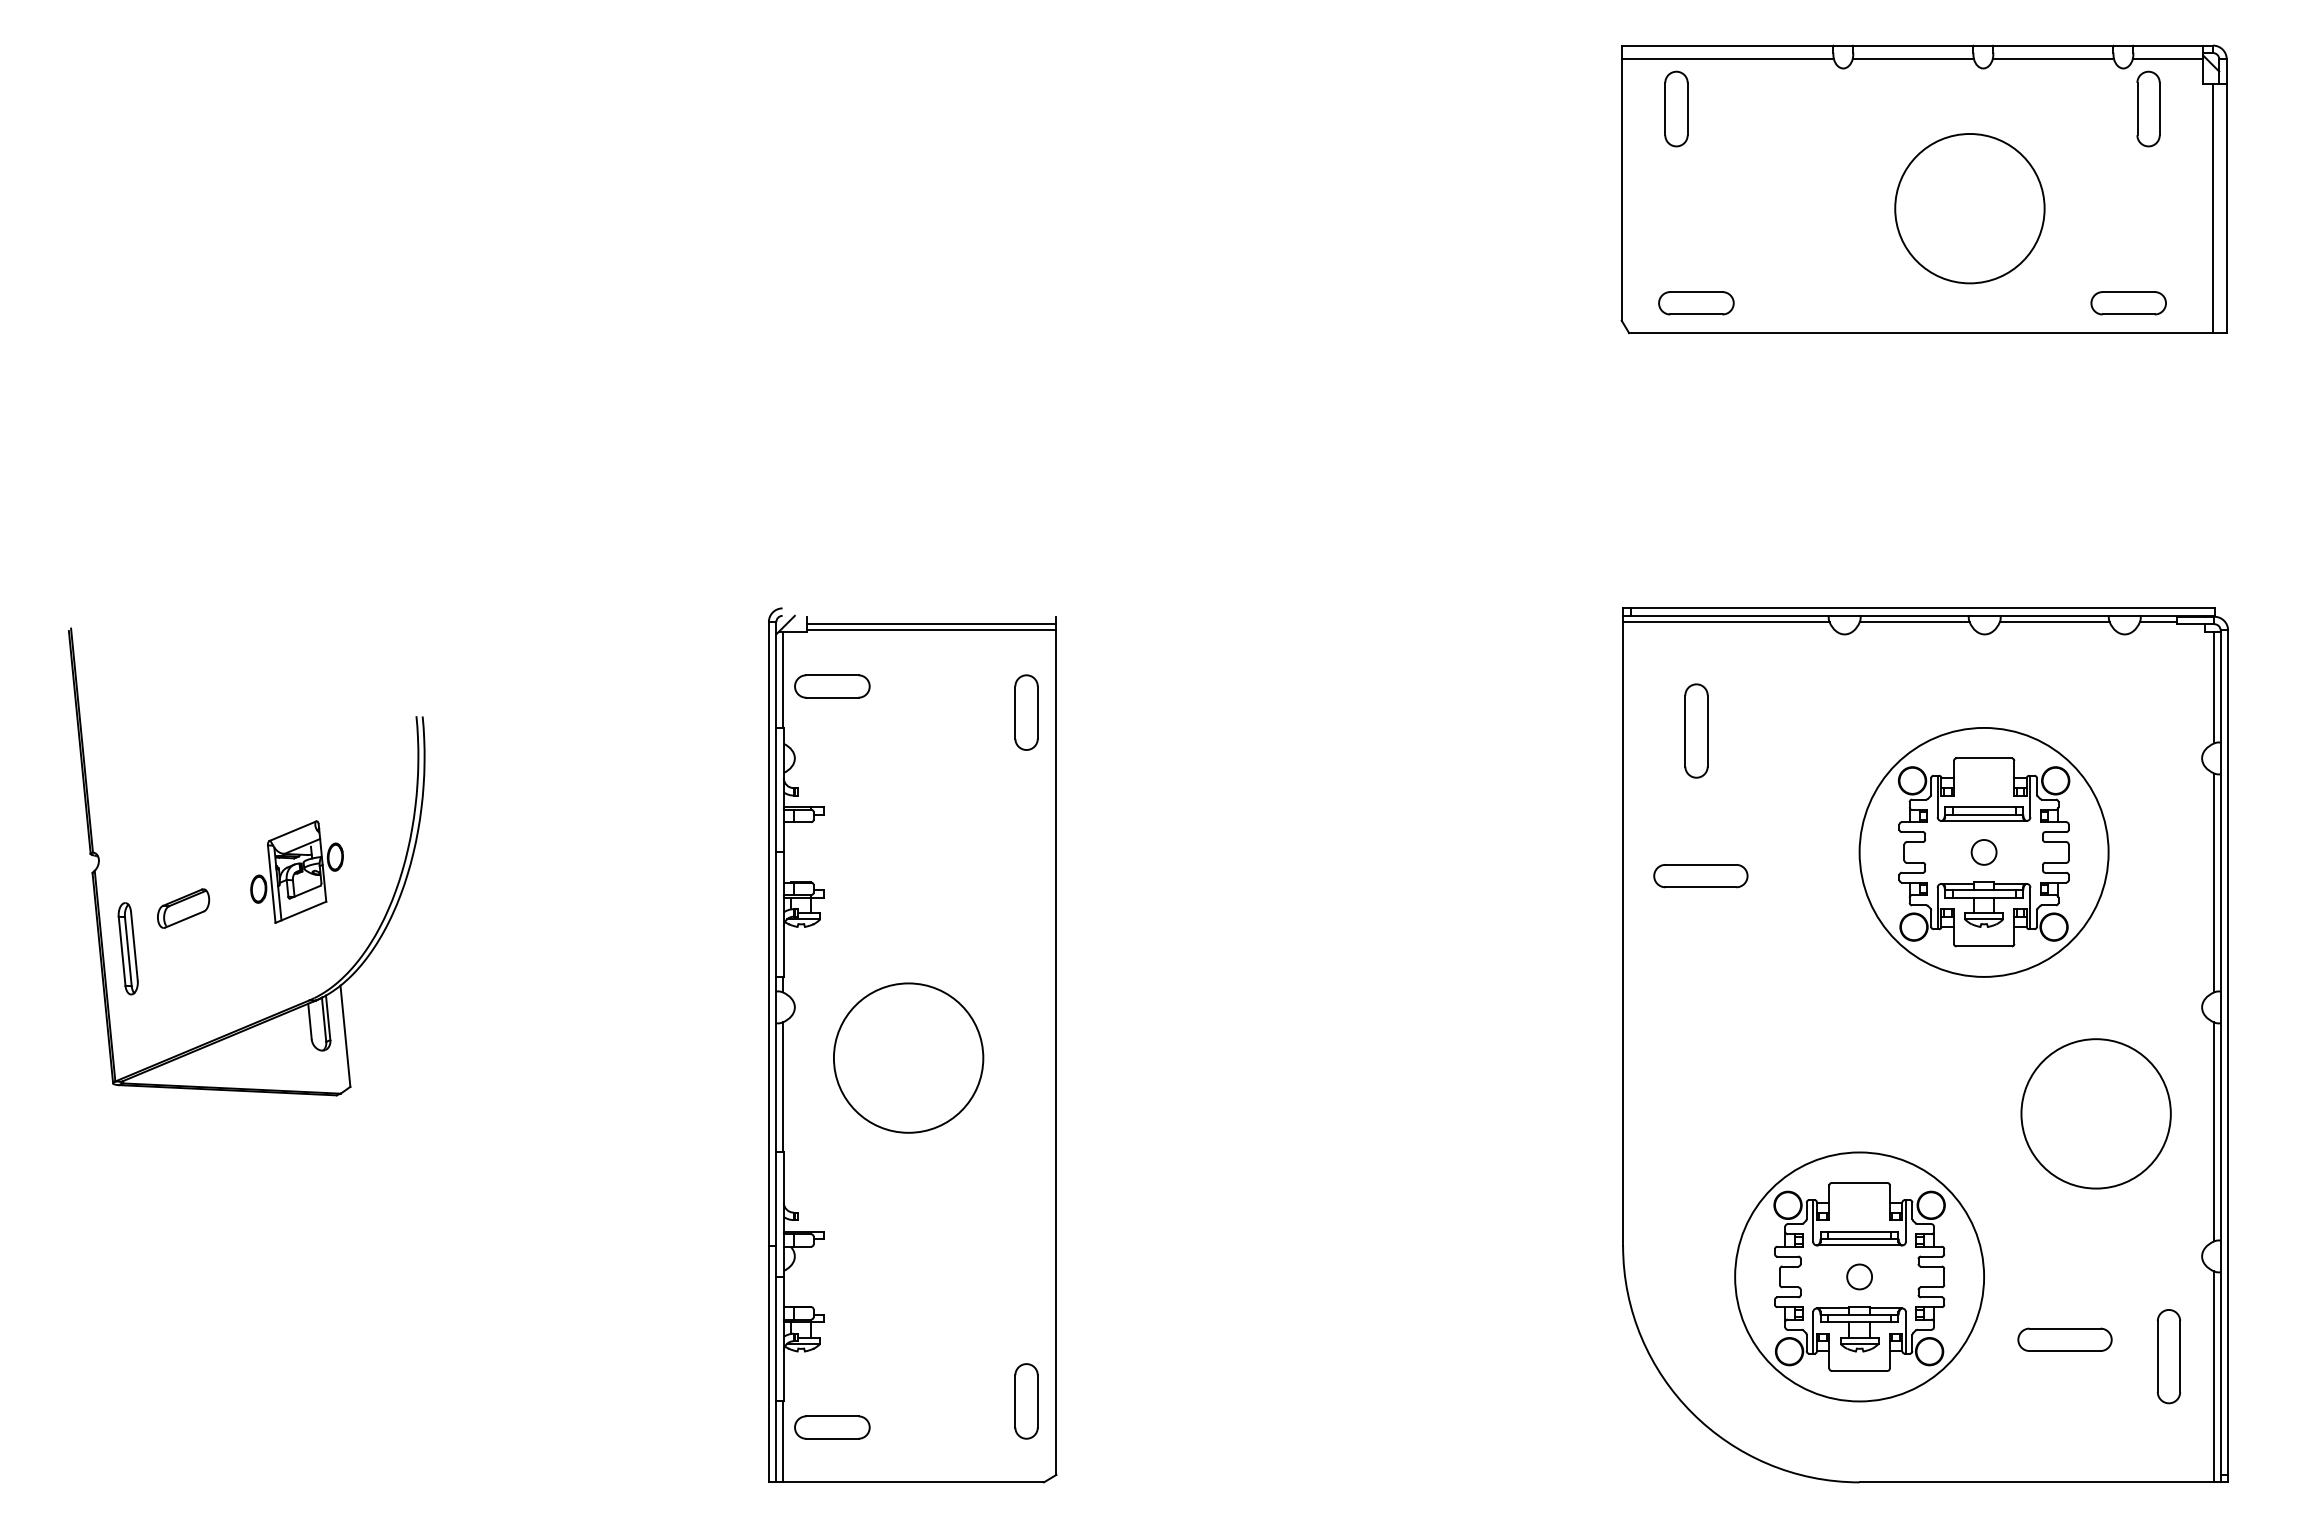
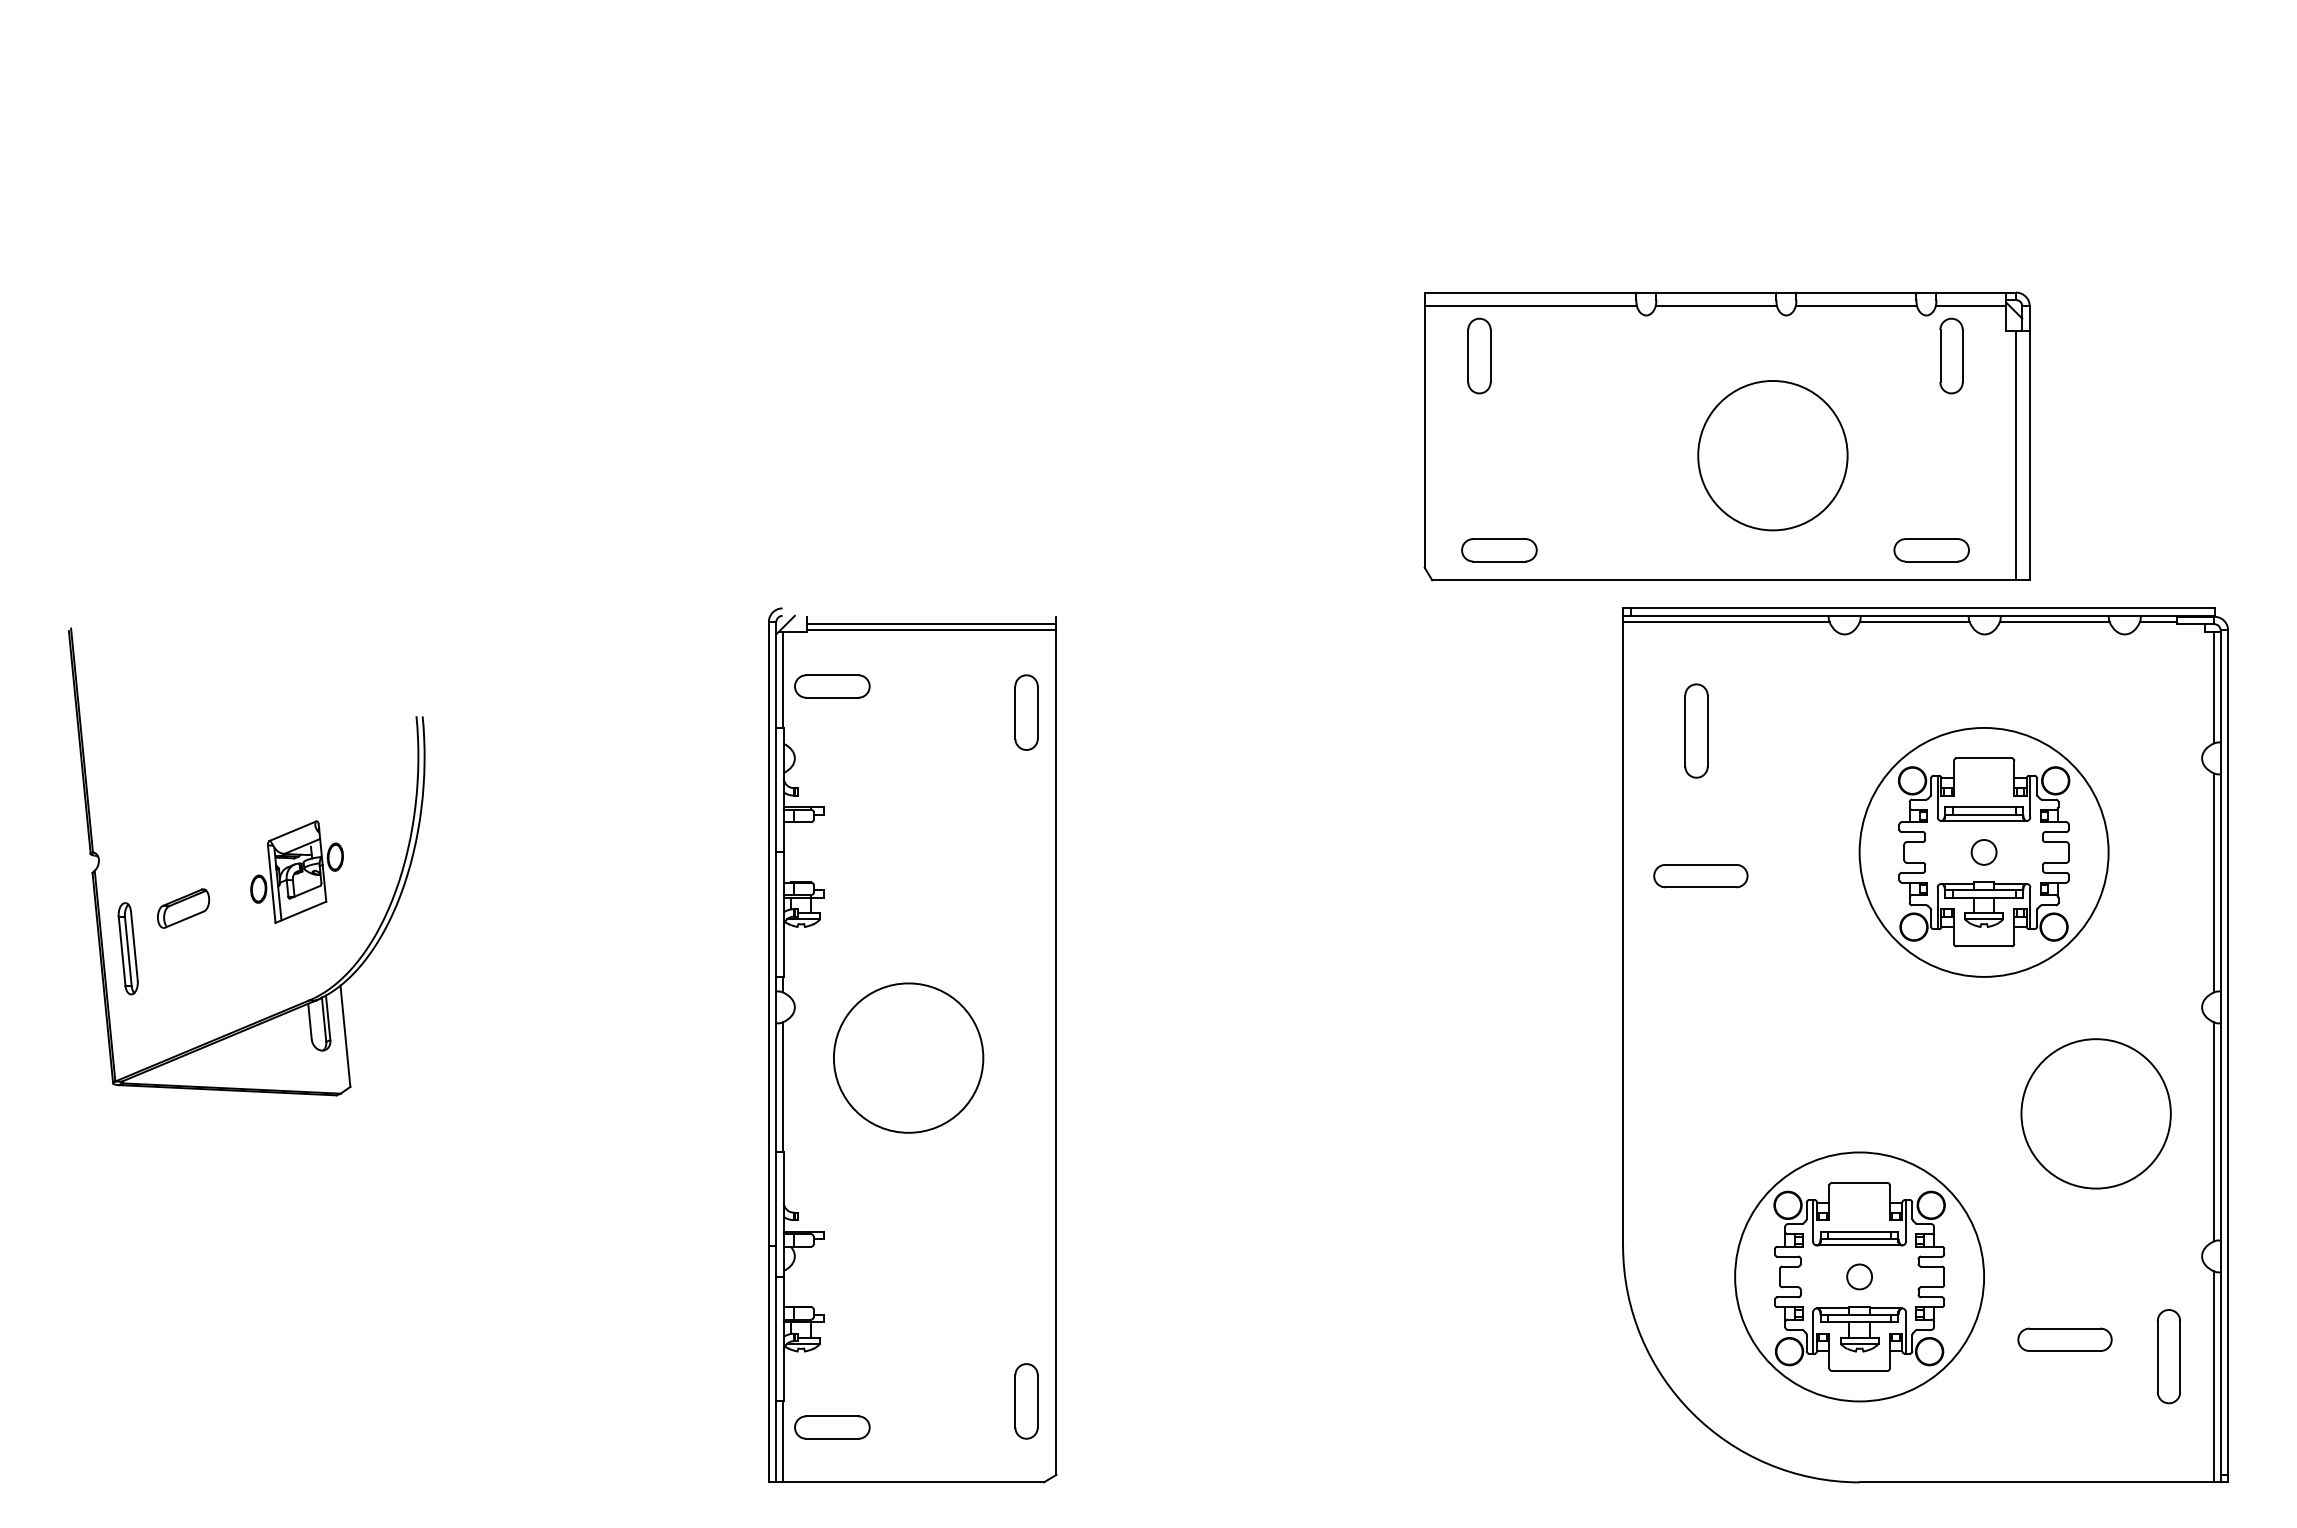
part at (1923, 189) position: (1923, 189) -> (1726, 436)
